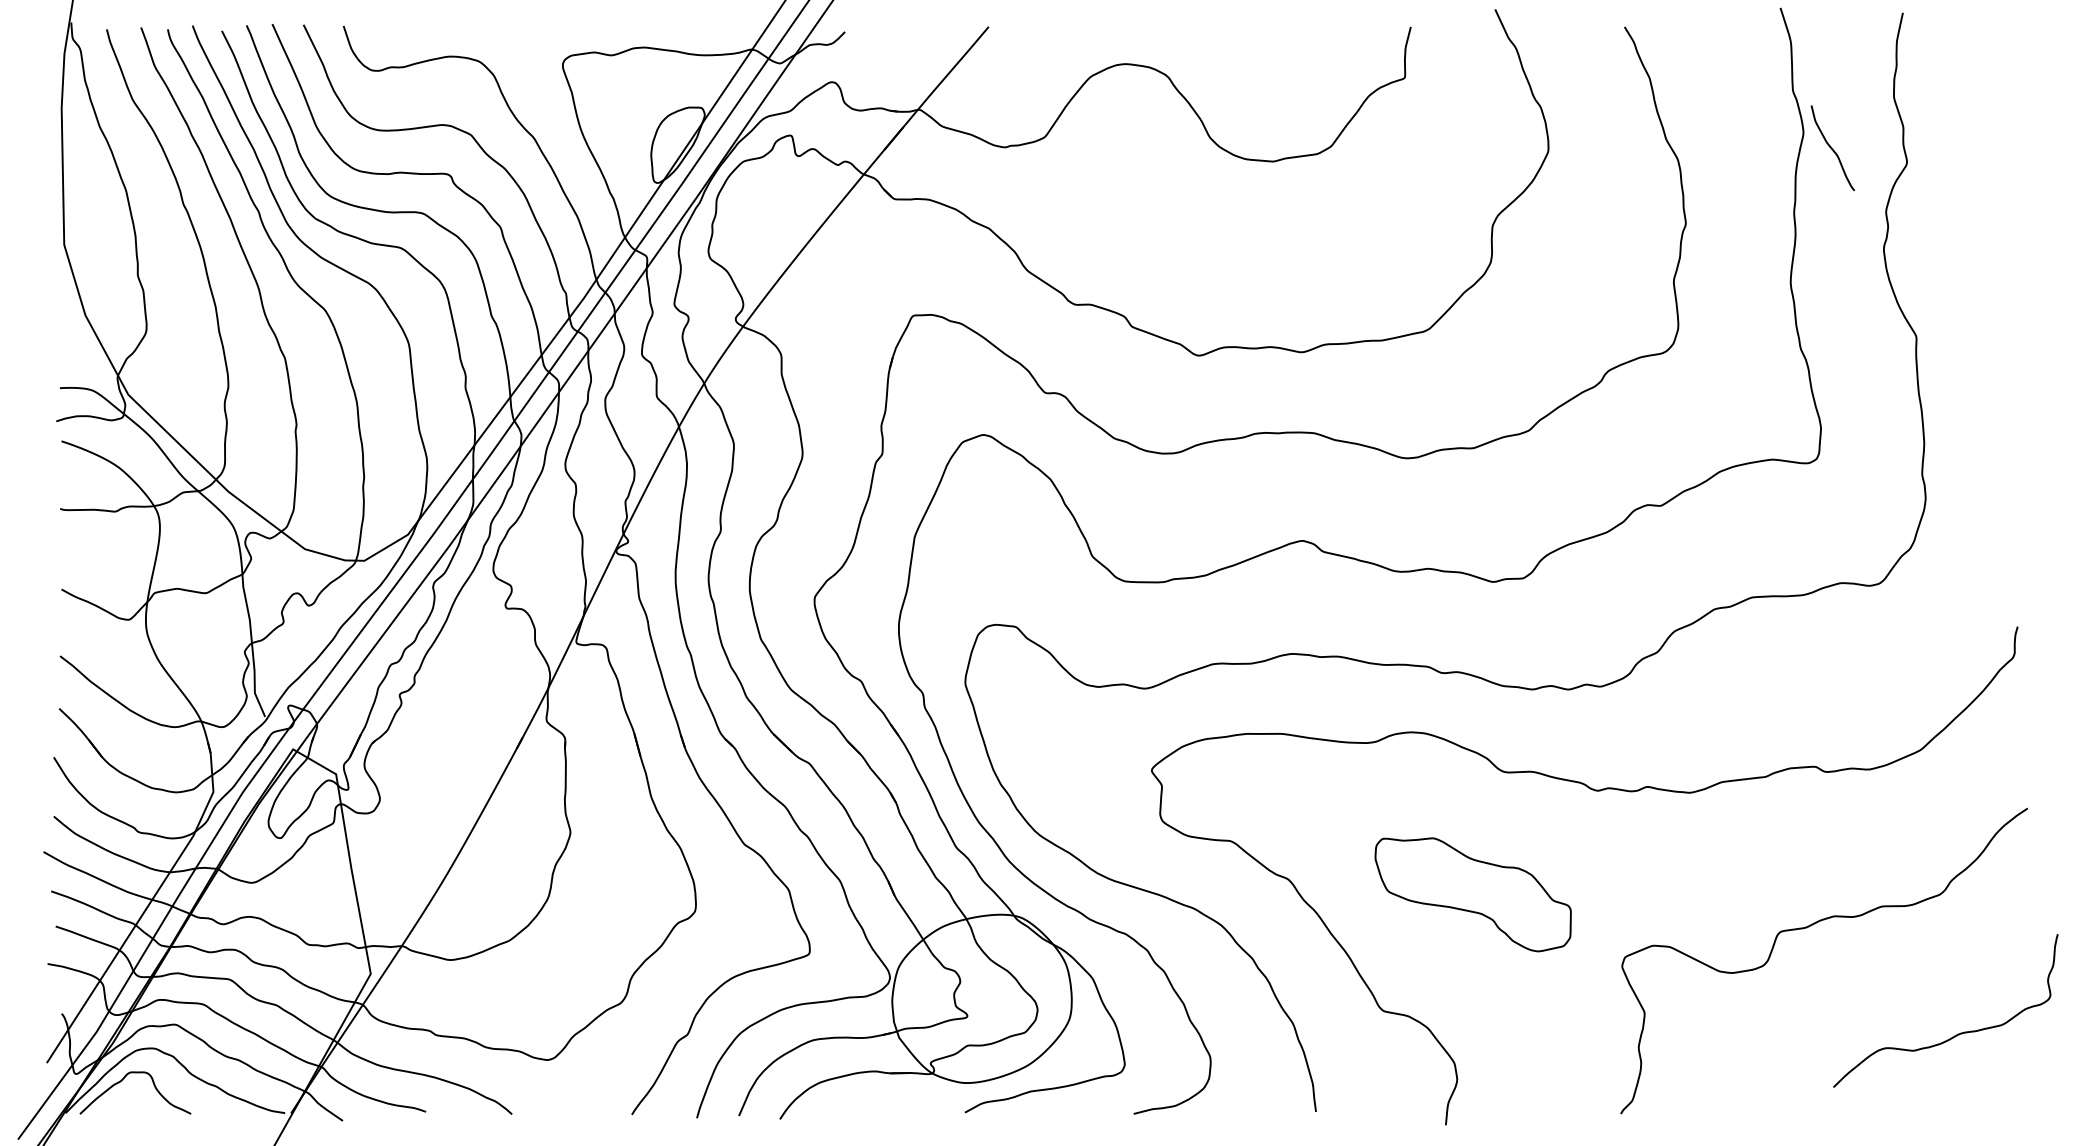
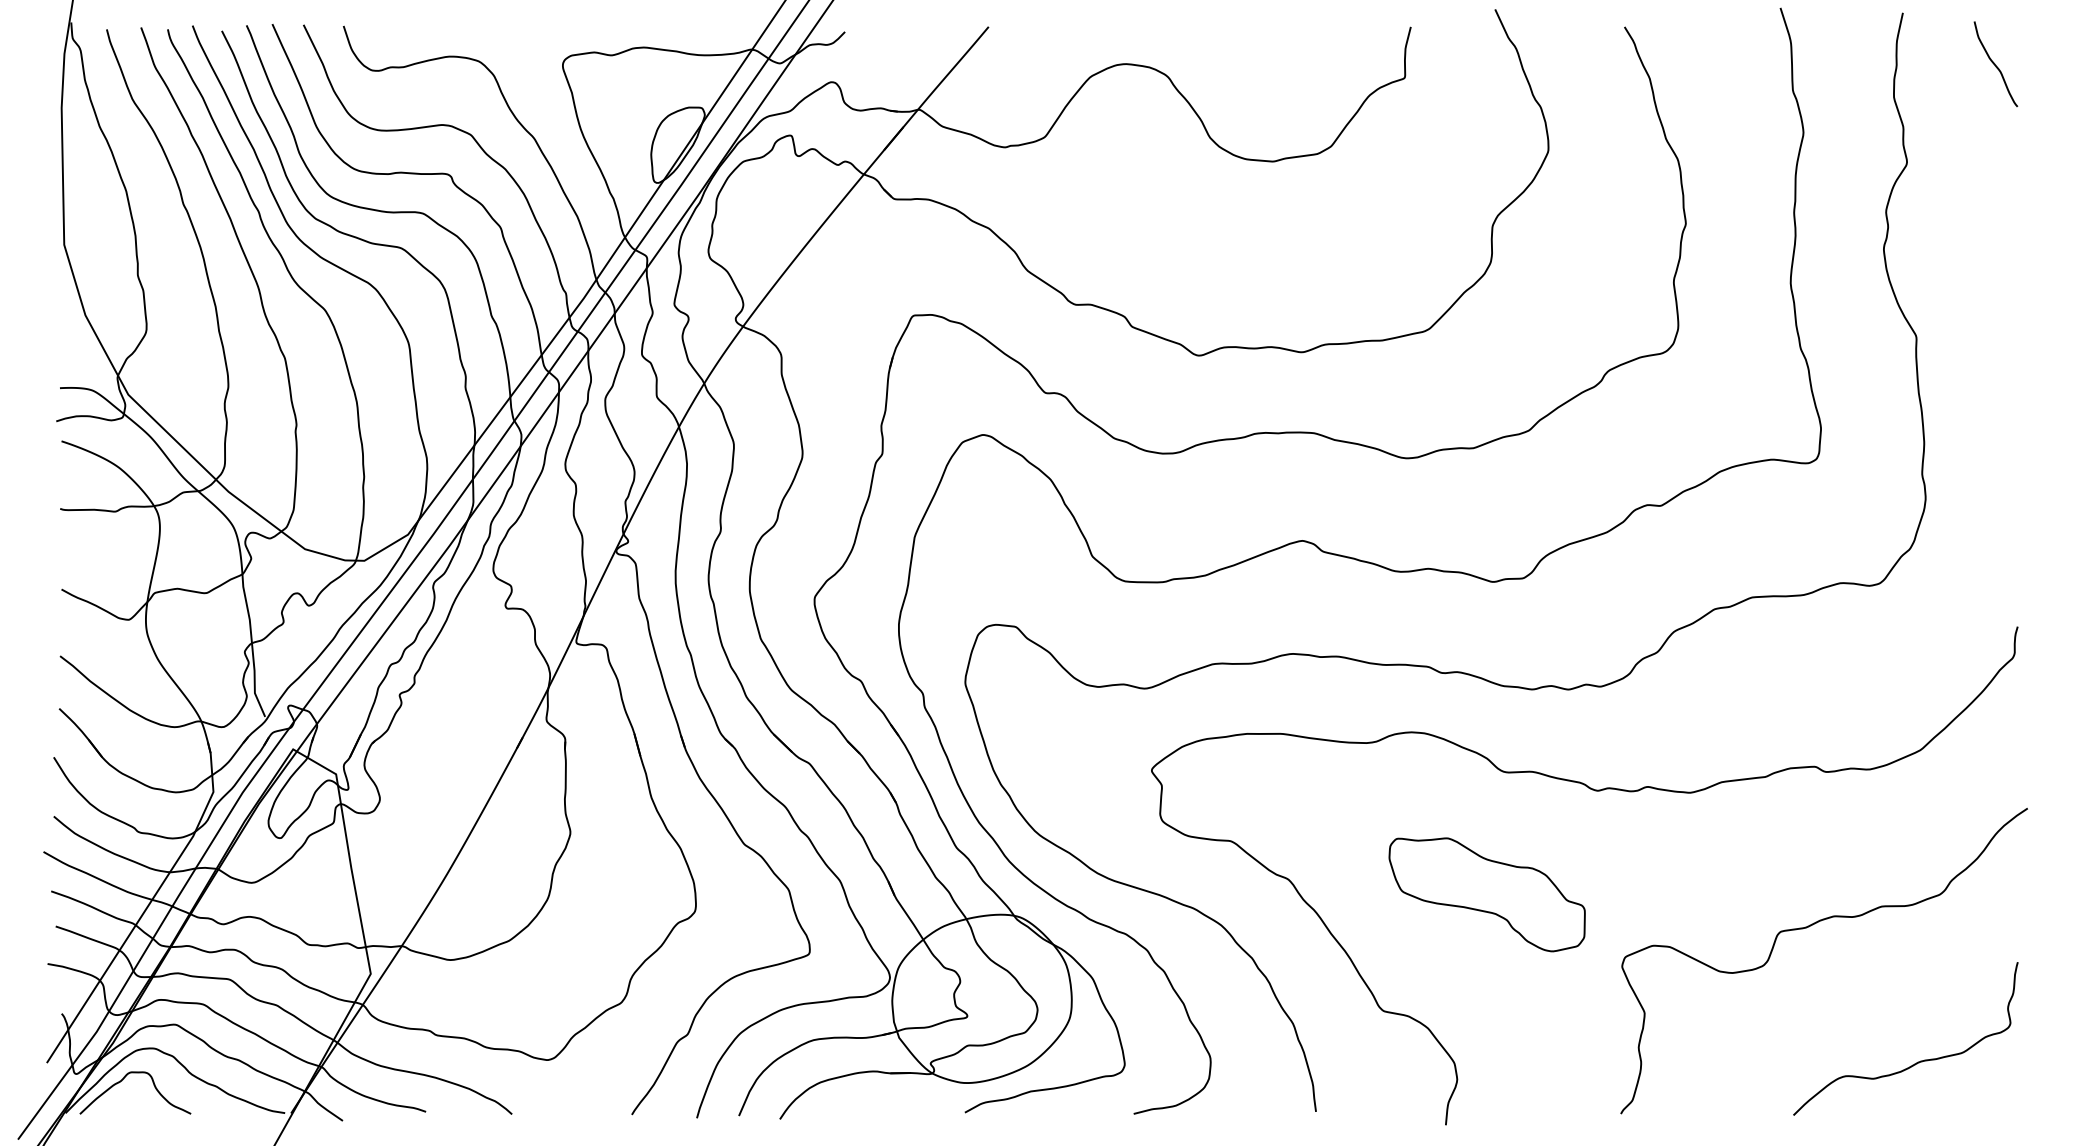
curve at (1832, 147) position: (1832, 147) -> (1995, 63)
part at (1472, 894) position: (1472, 894) -> (1486, 894)
curve at (1956, 1034) position: (1956, 1034) -> (1916, 1062)
